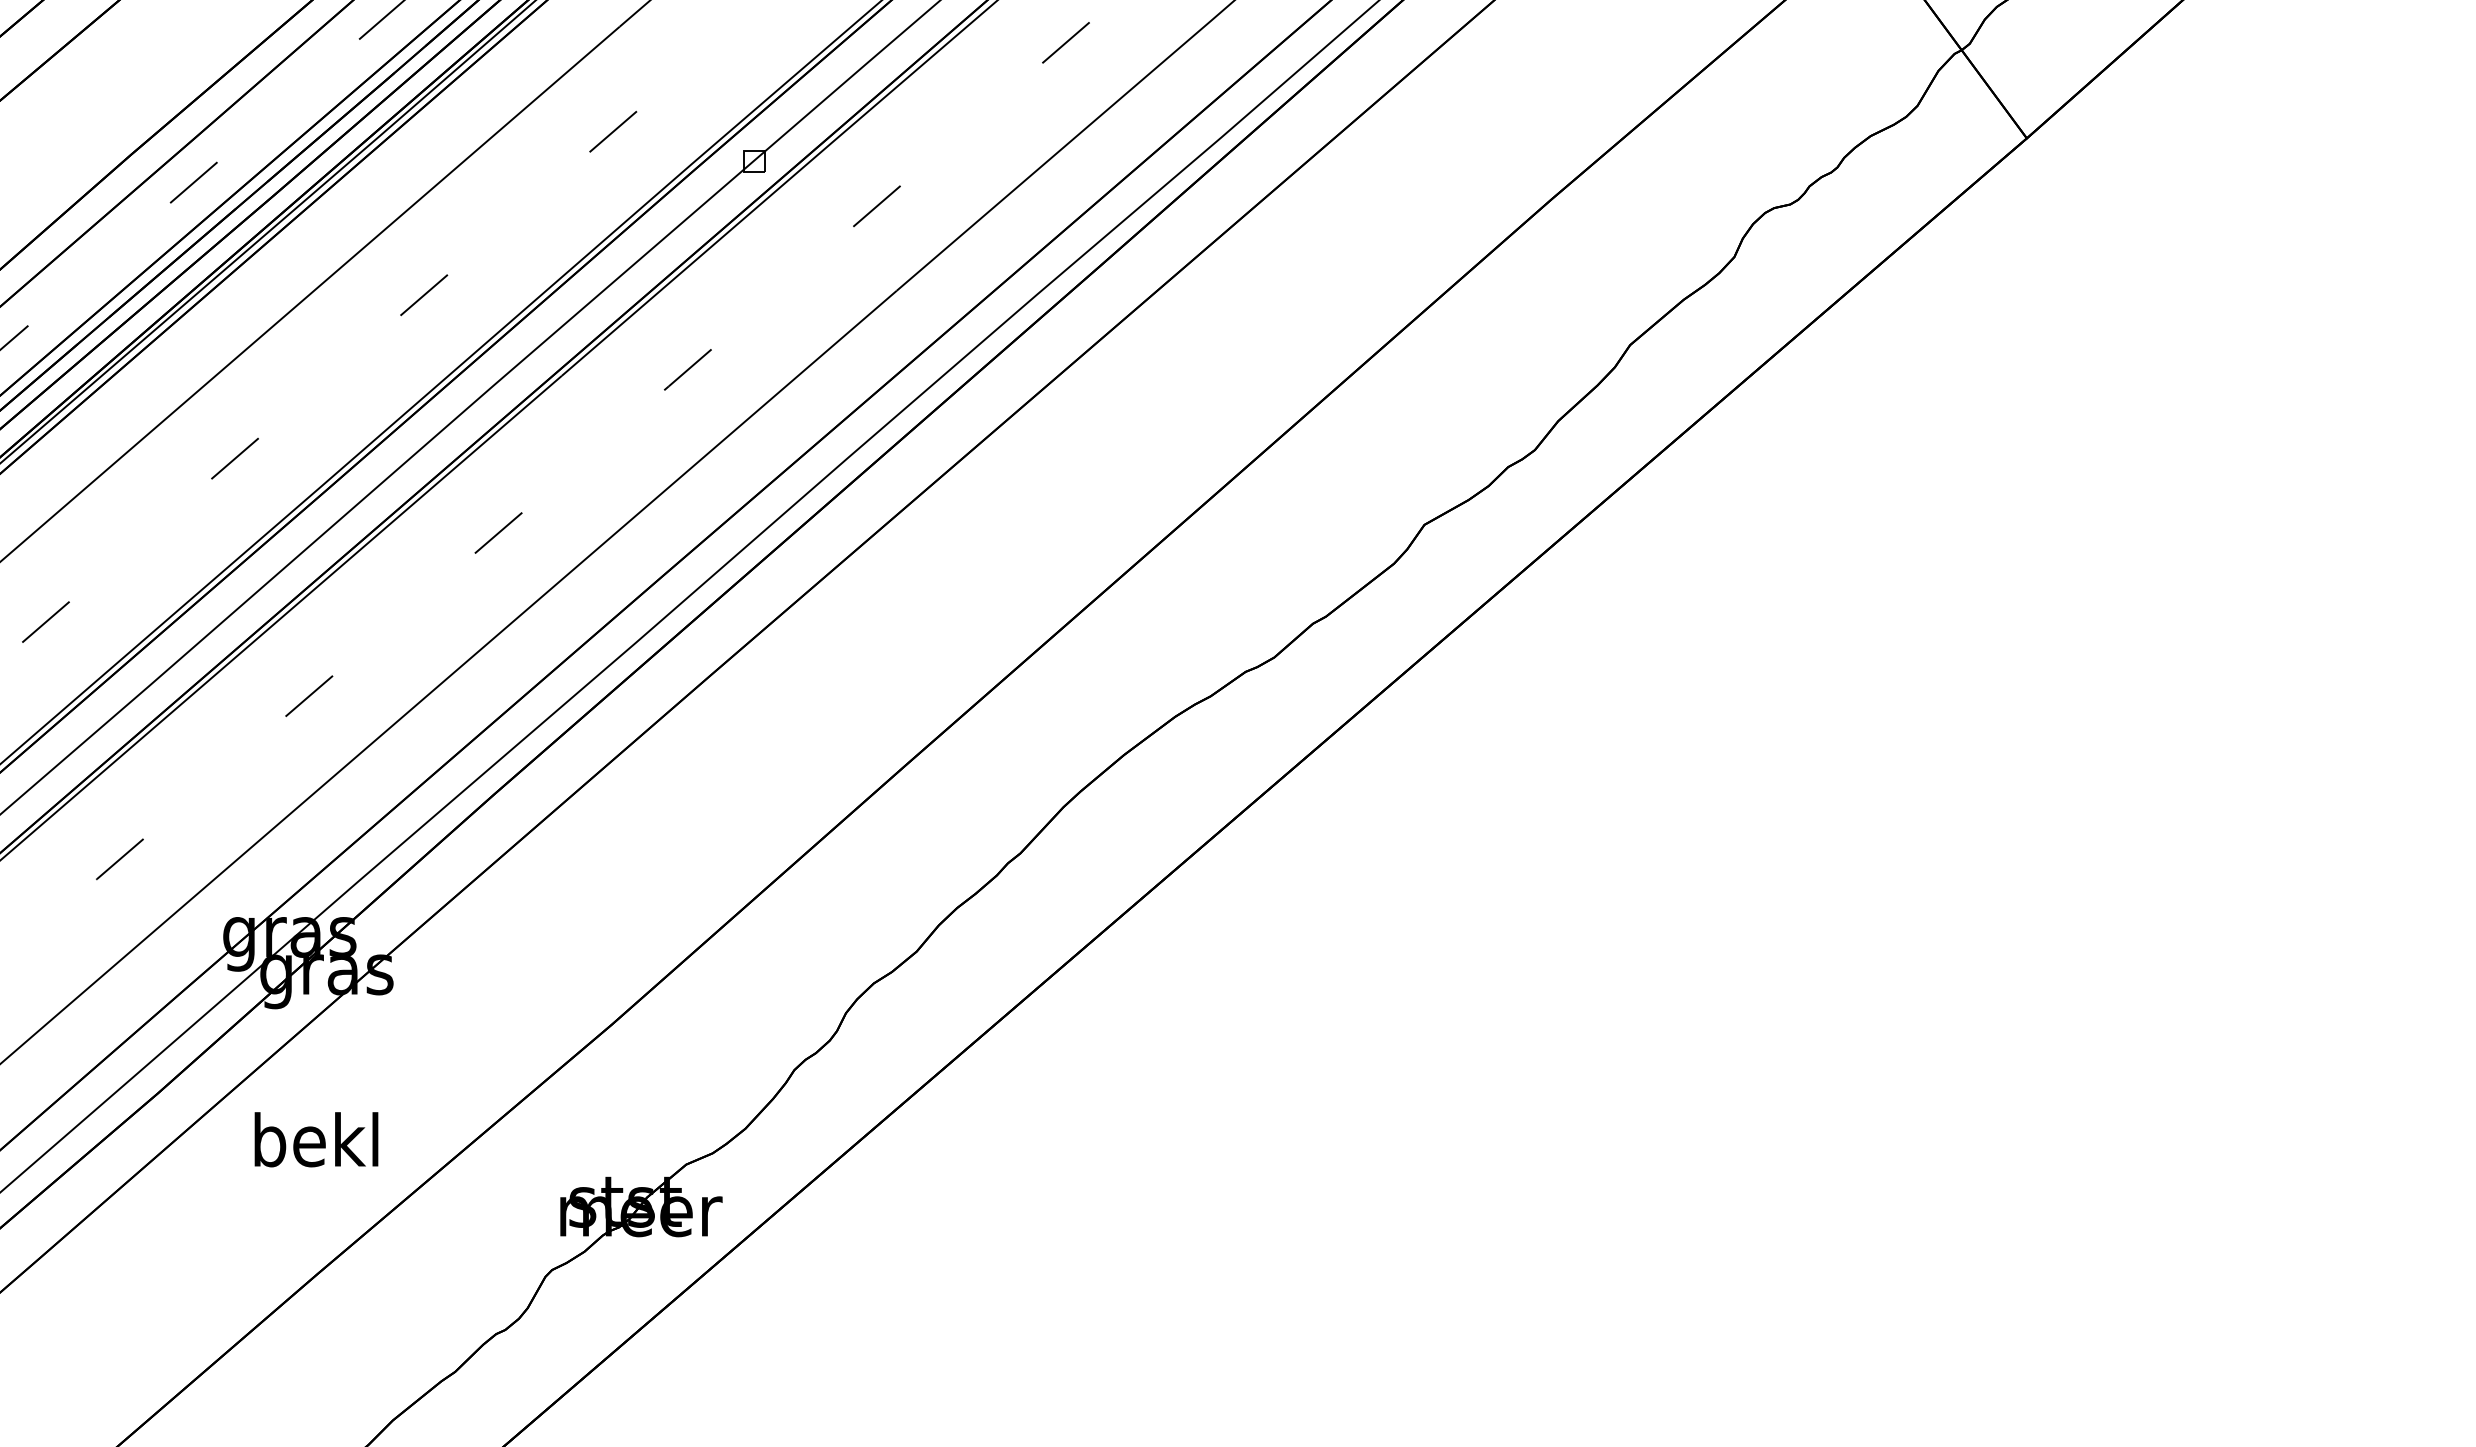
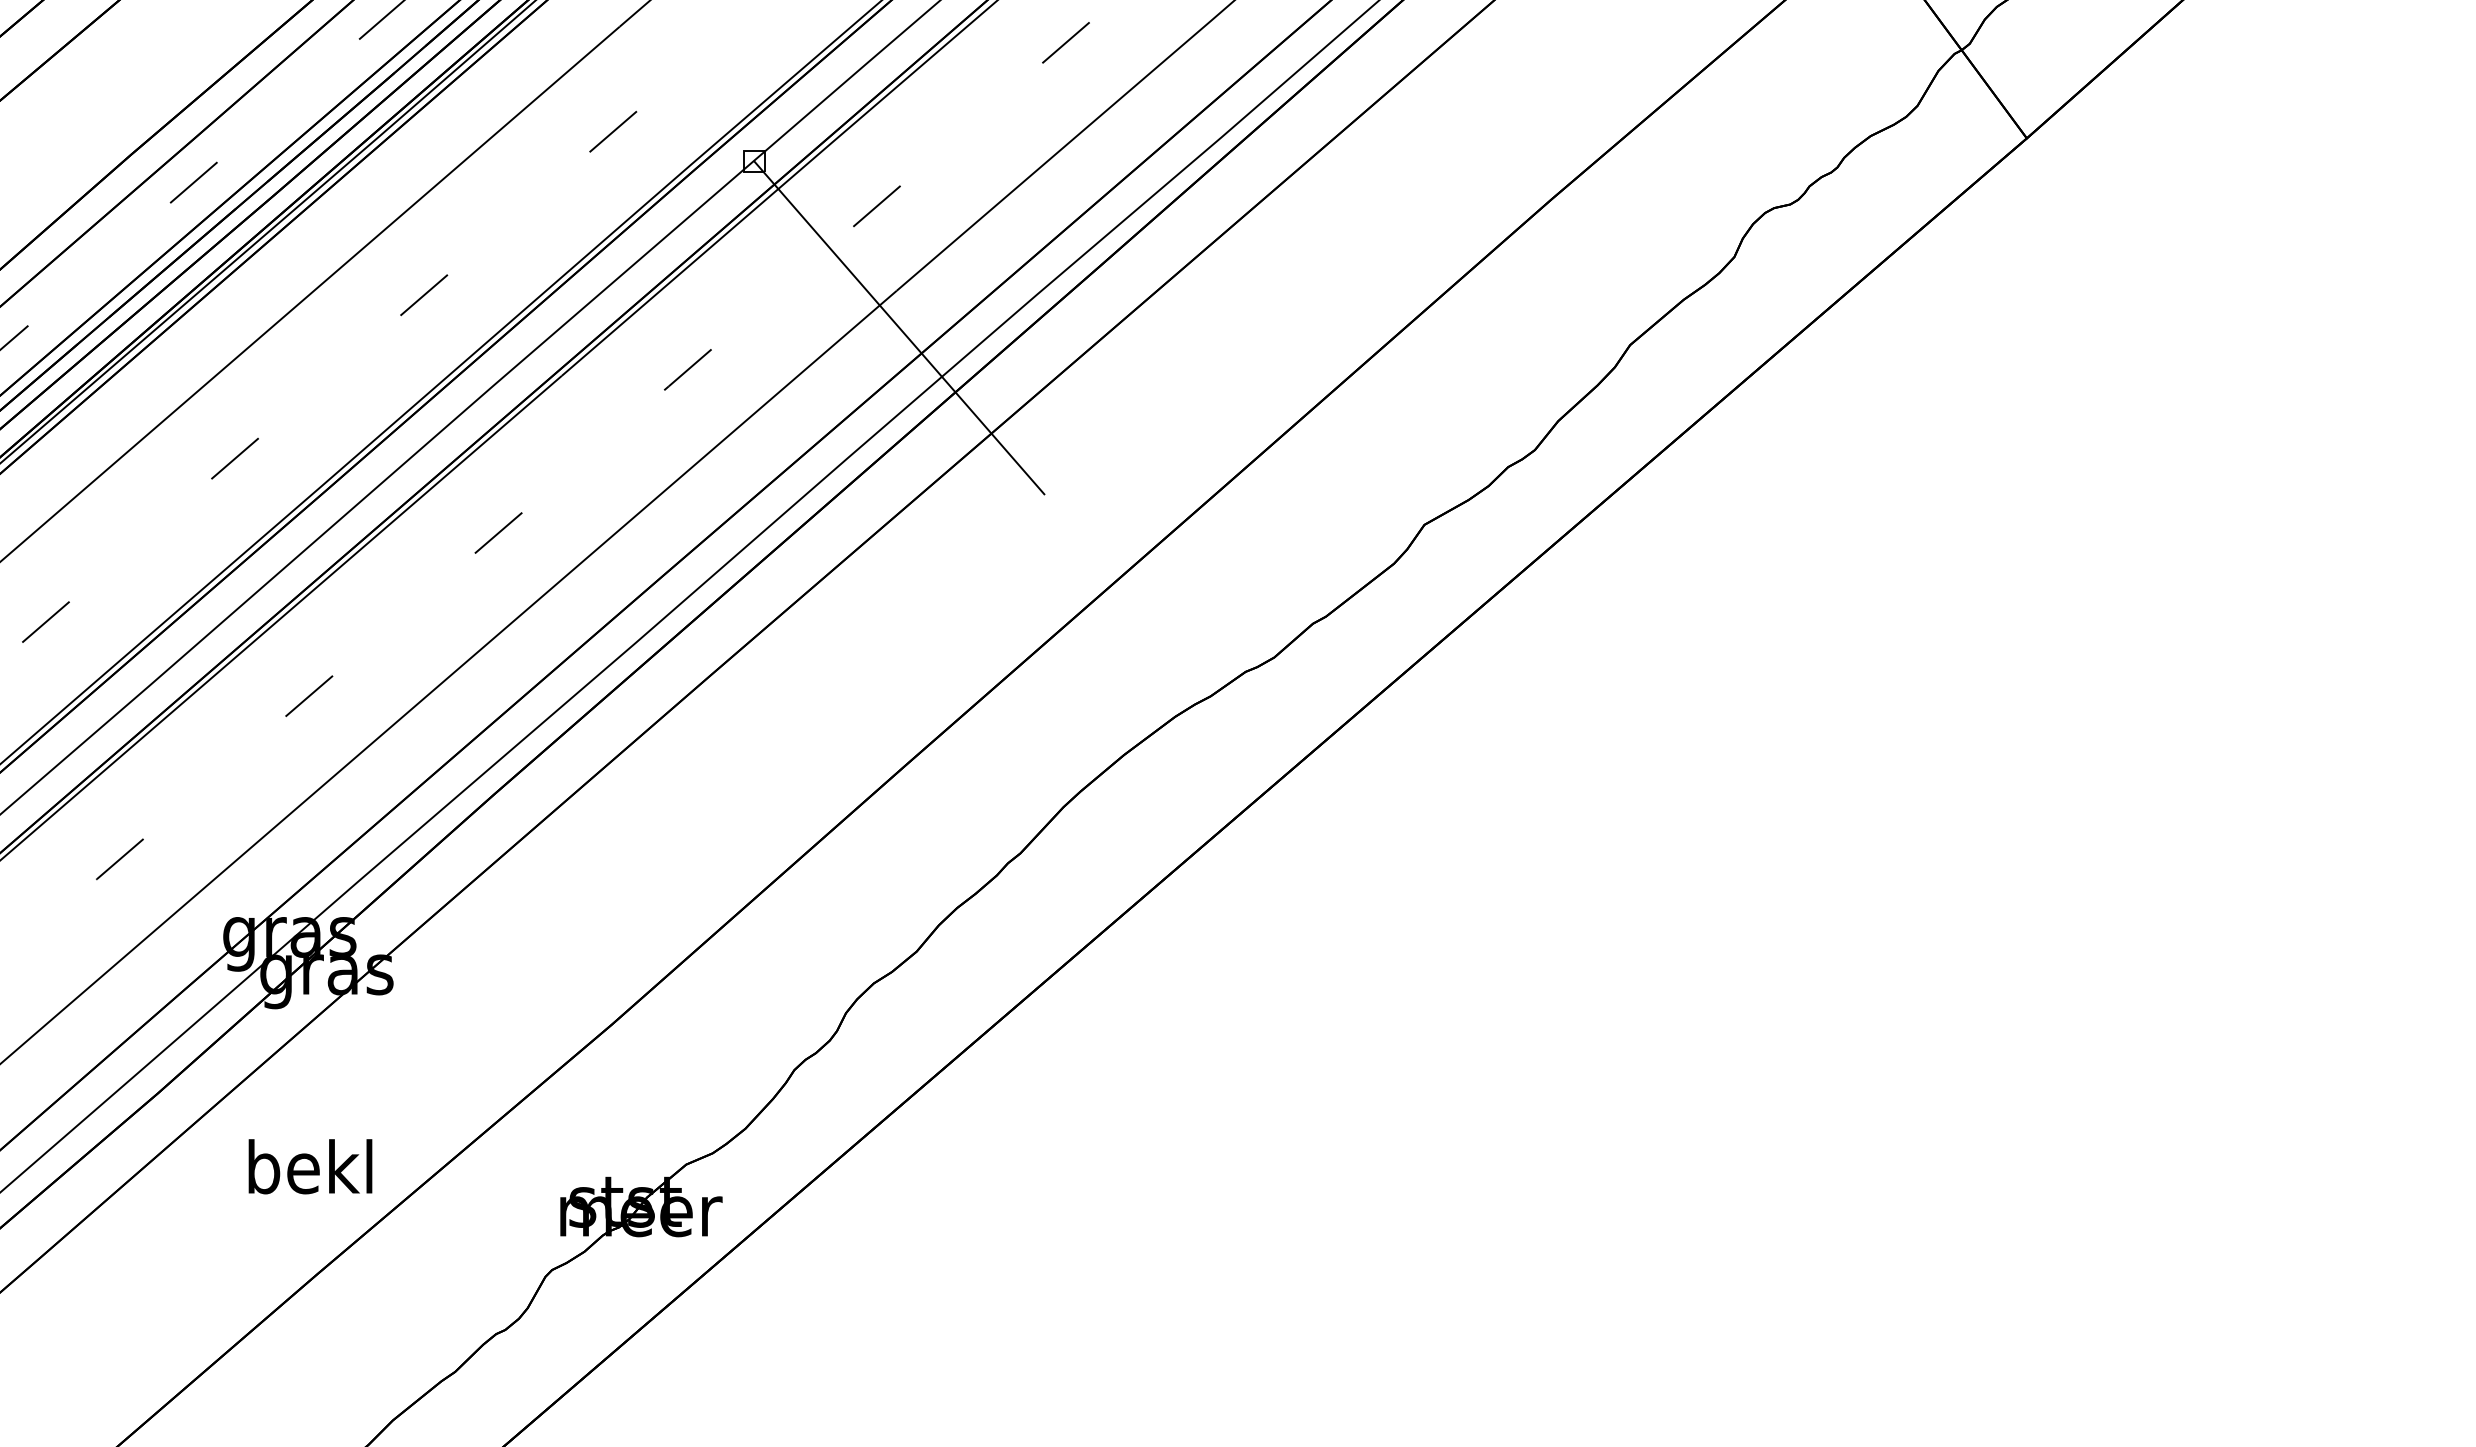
line at (899, 327): none -> present
text at (316, 1139) position: (316, 1139) -> (310, 1166)
